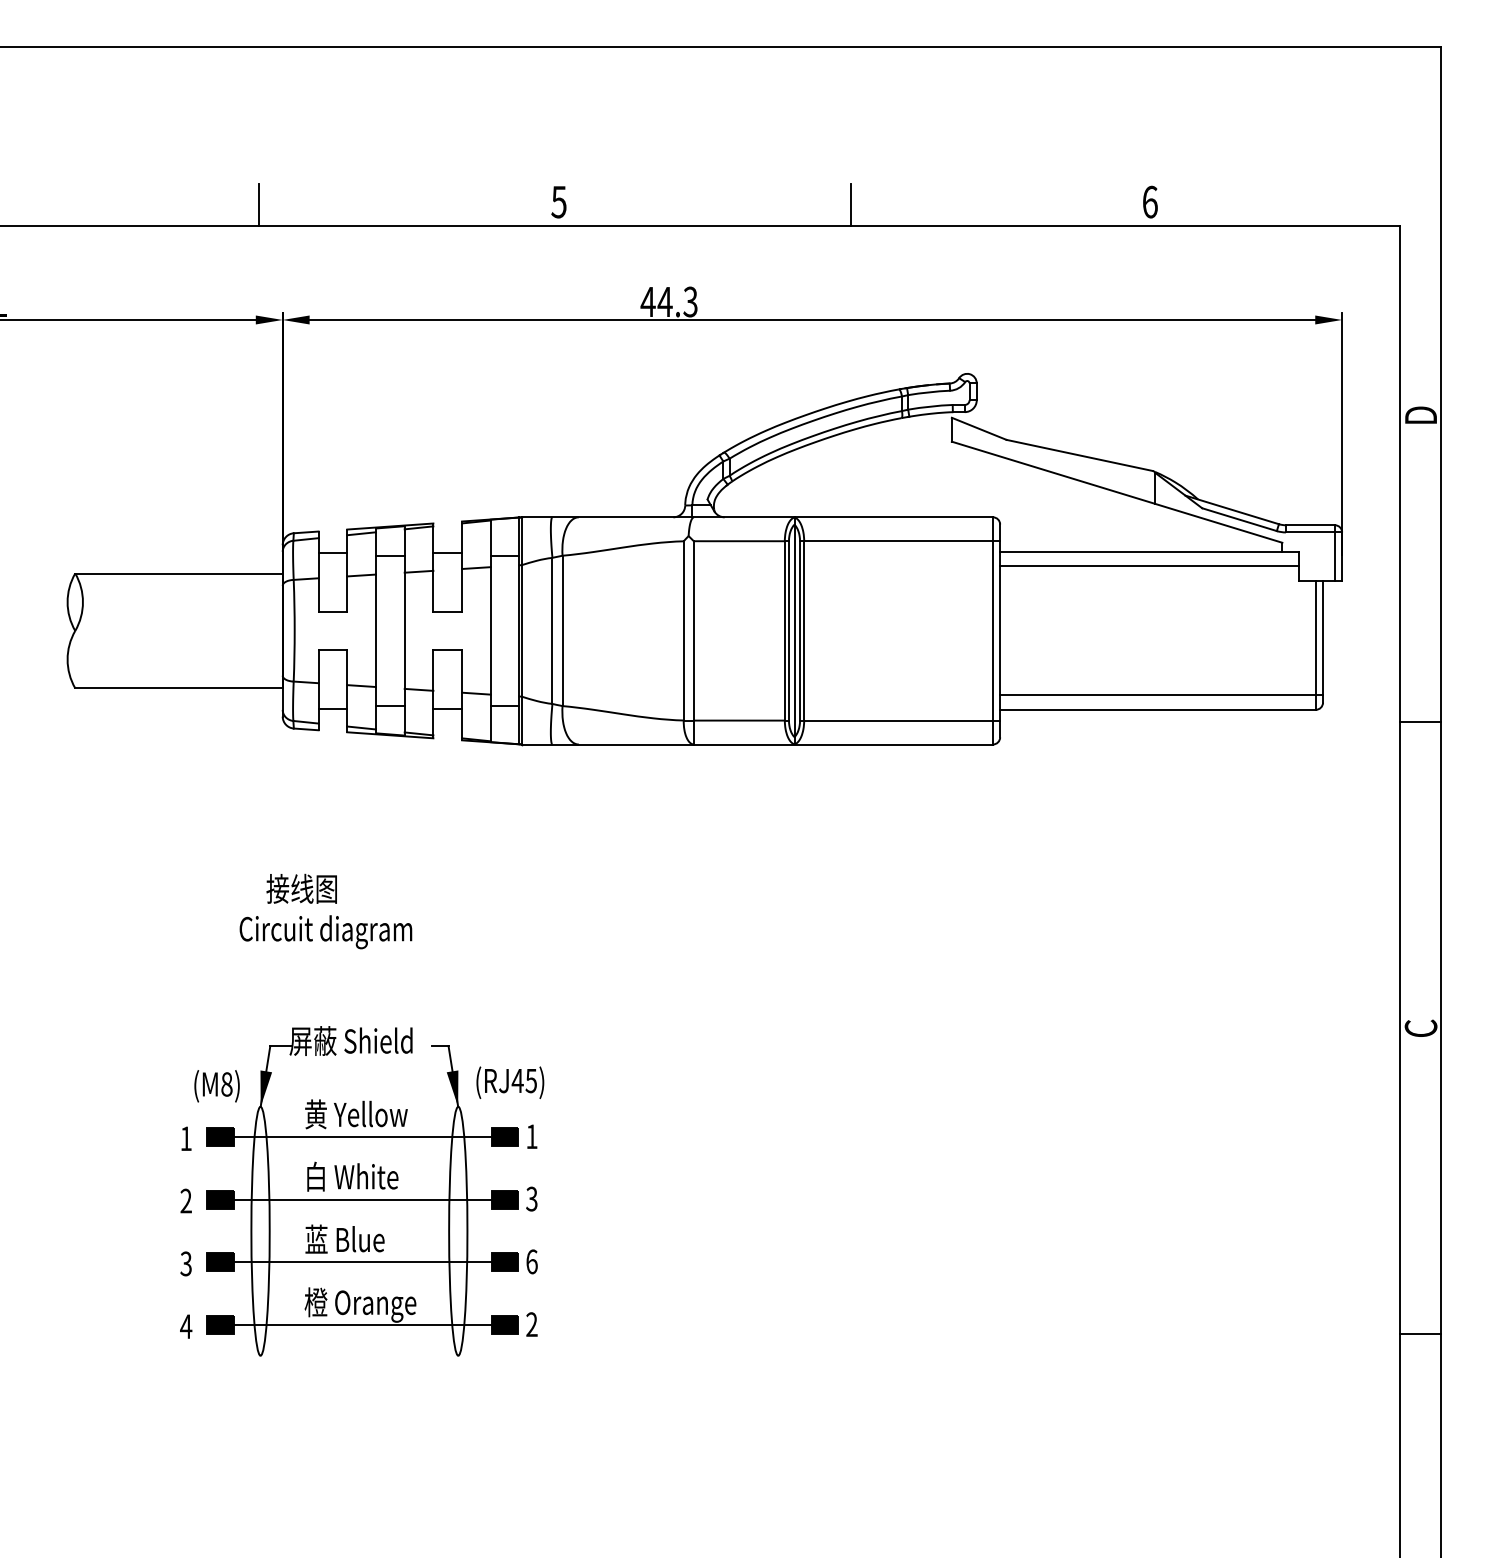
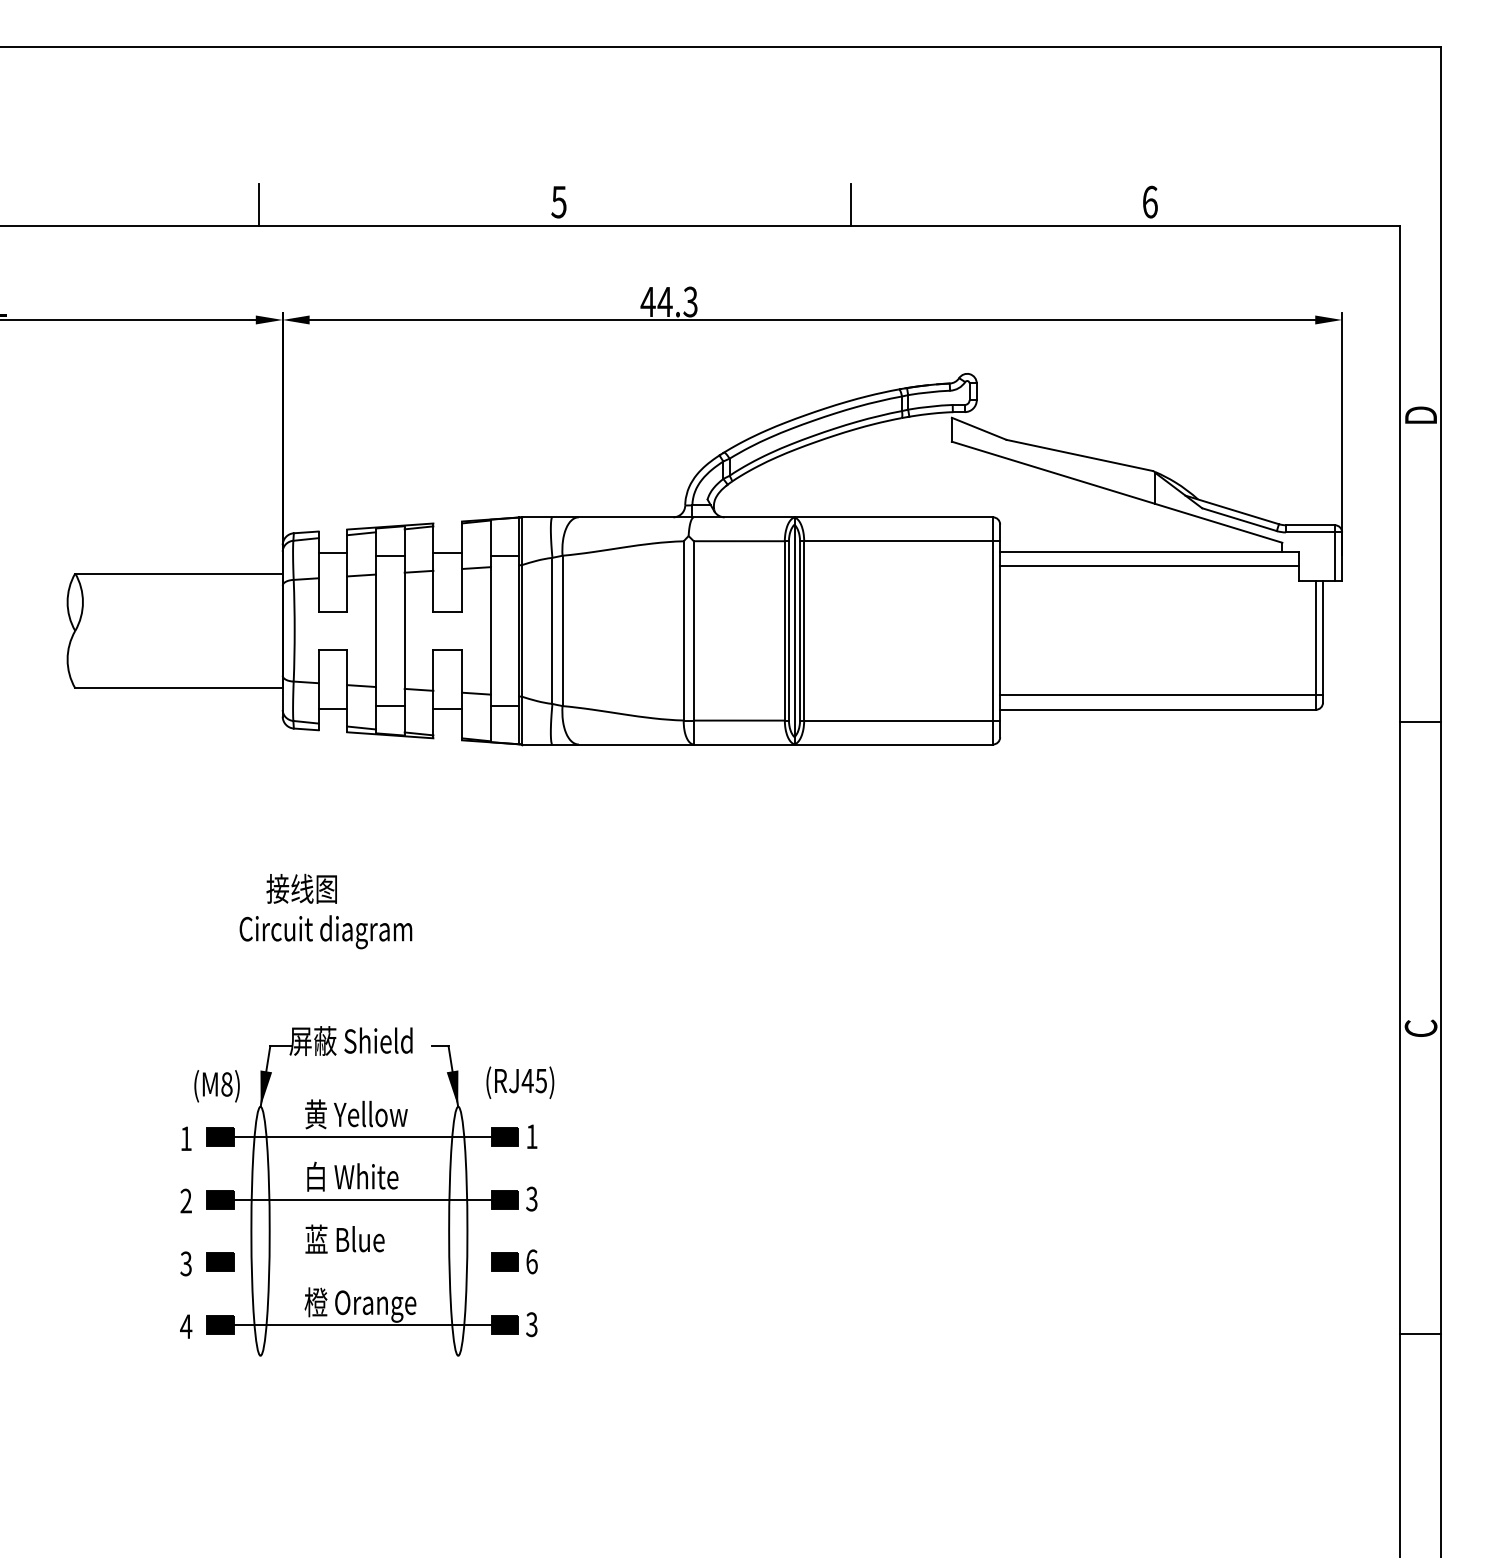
text at (510, 1082) position: (510, 1082) -> (520, 1082)
line at (362, 1262): present -> none
text at (531, 1324): 2 -> 3
